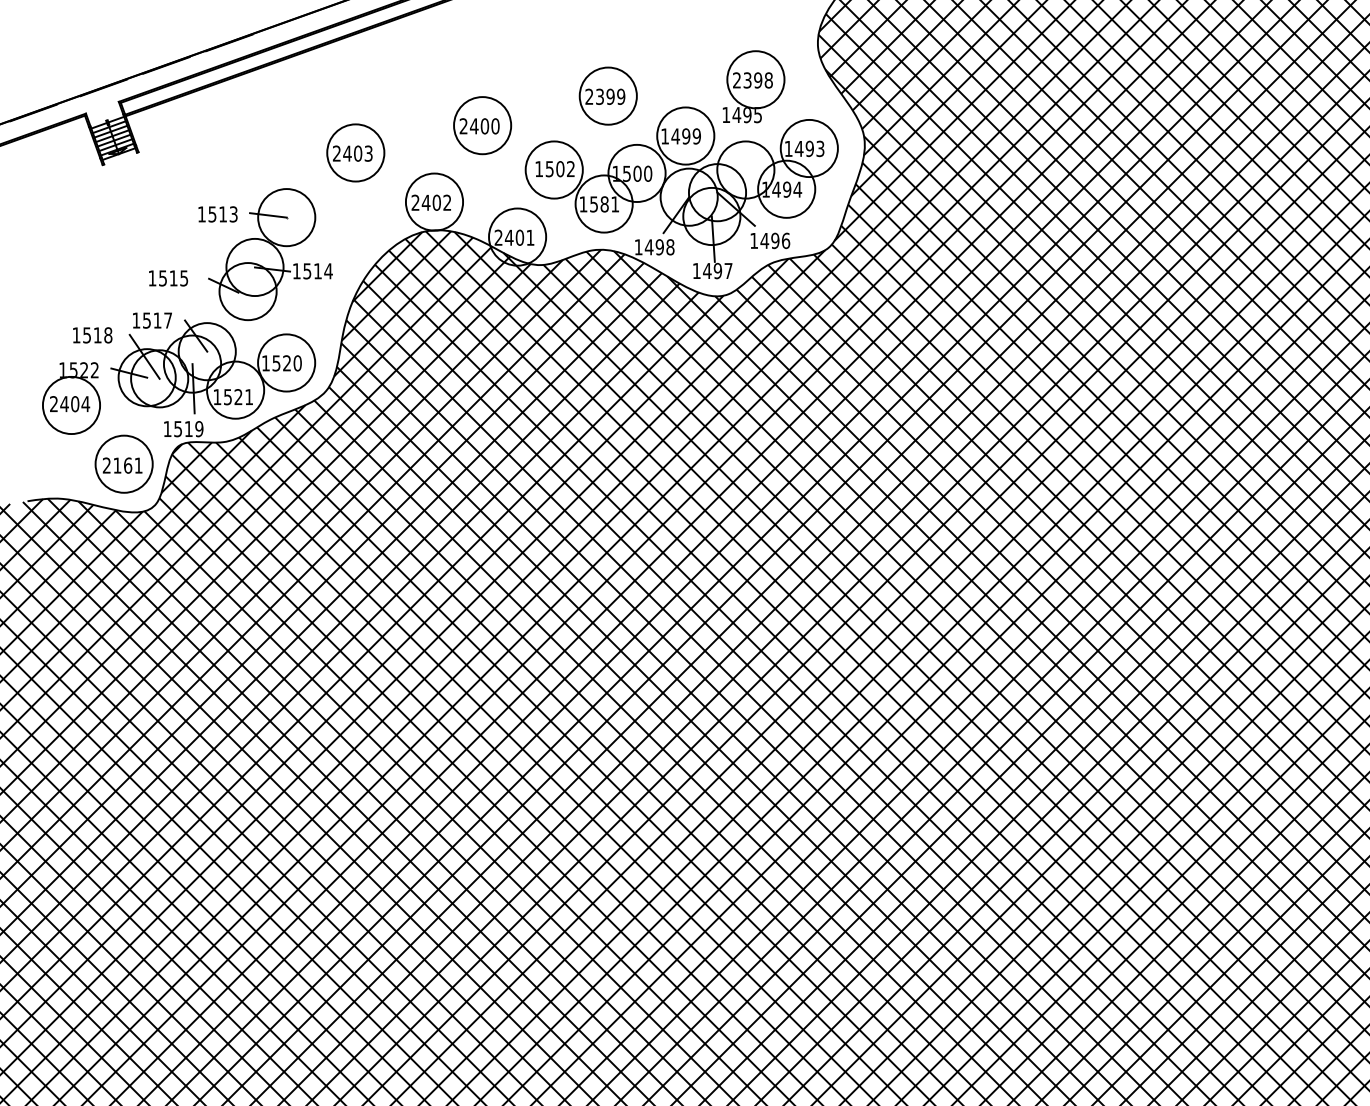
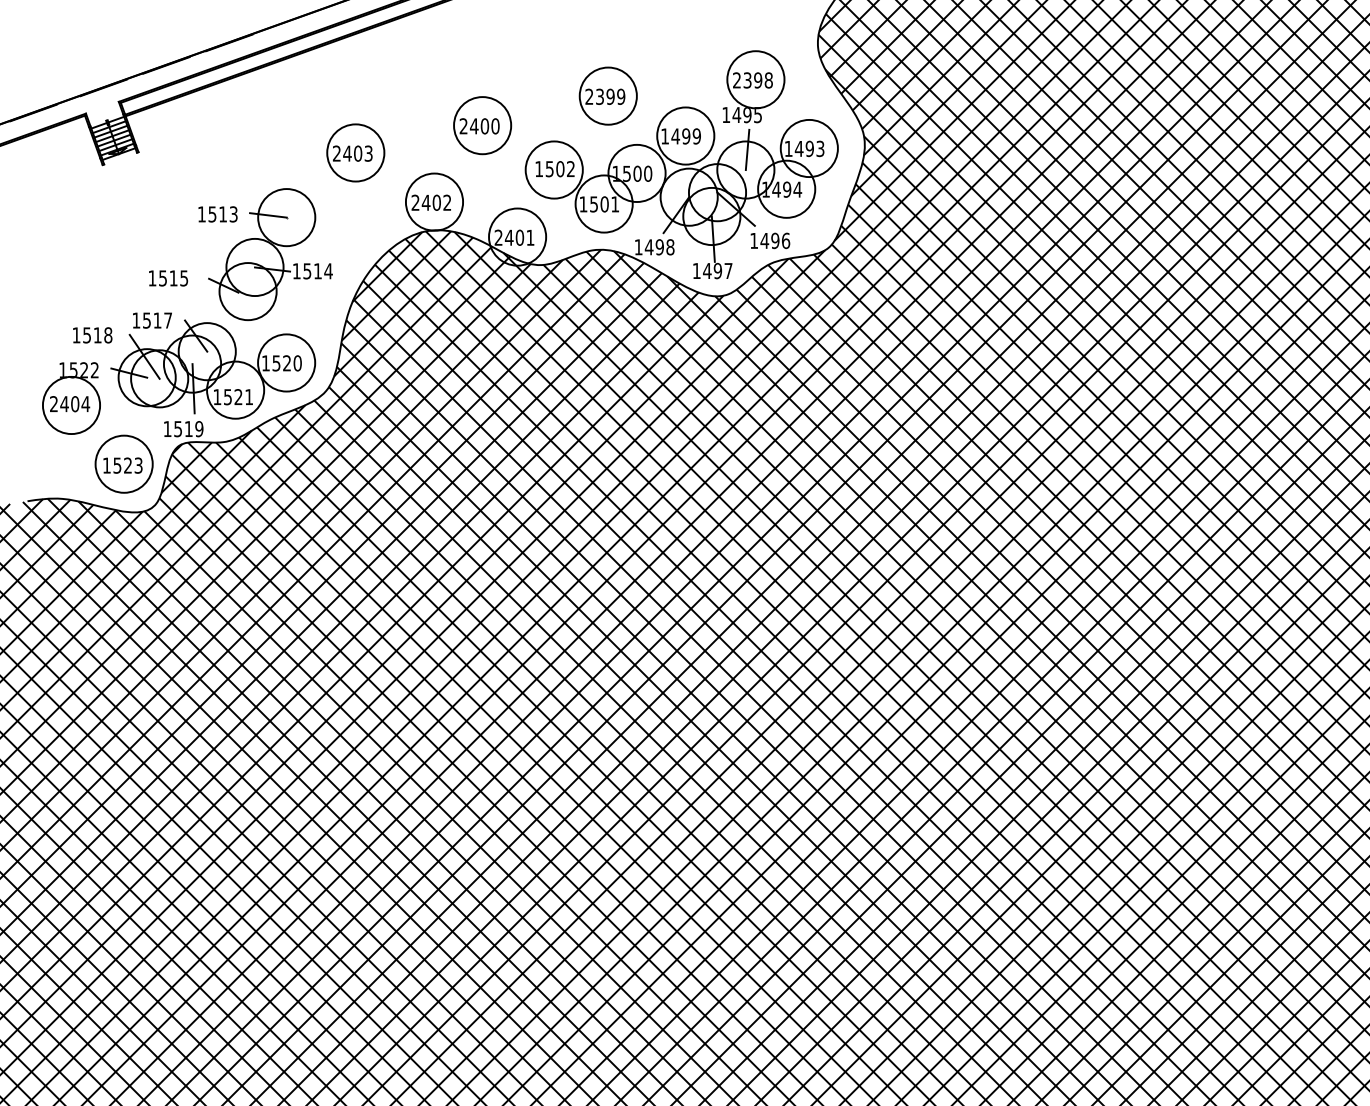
line at (747, 149): none -> present
text at (604, 204): 1581 -> 1501
text at (122, 465): 2161 -> 1523
